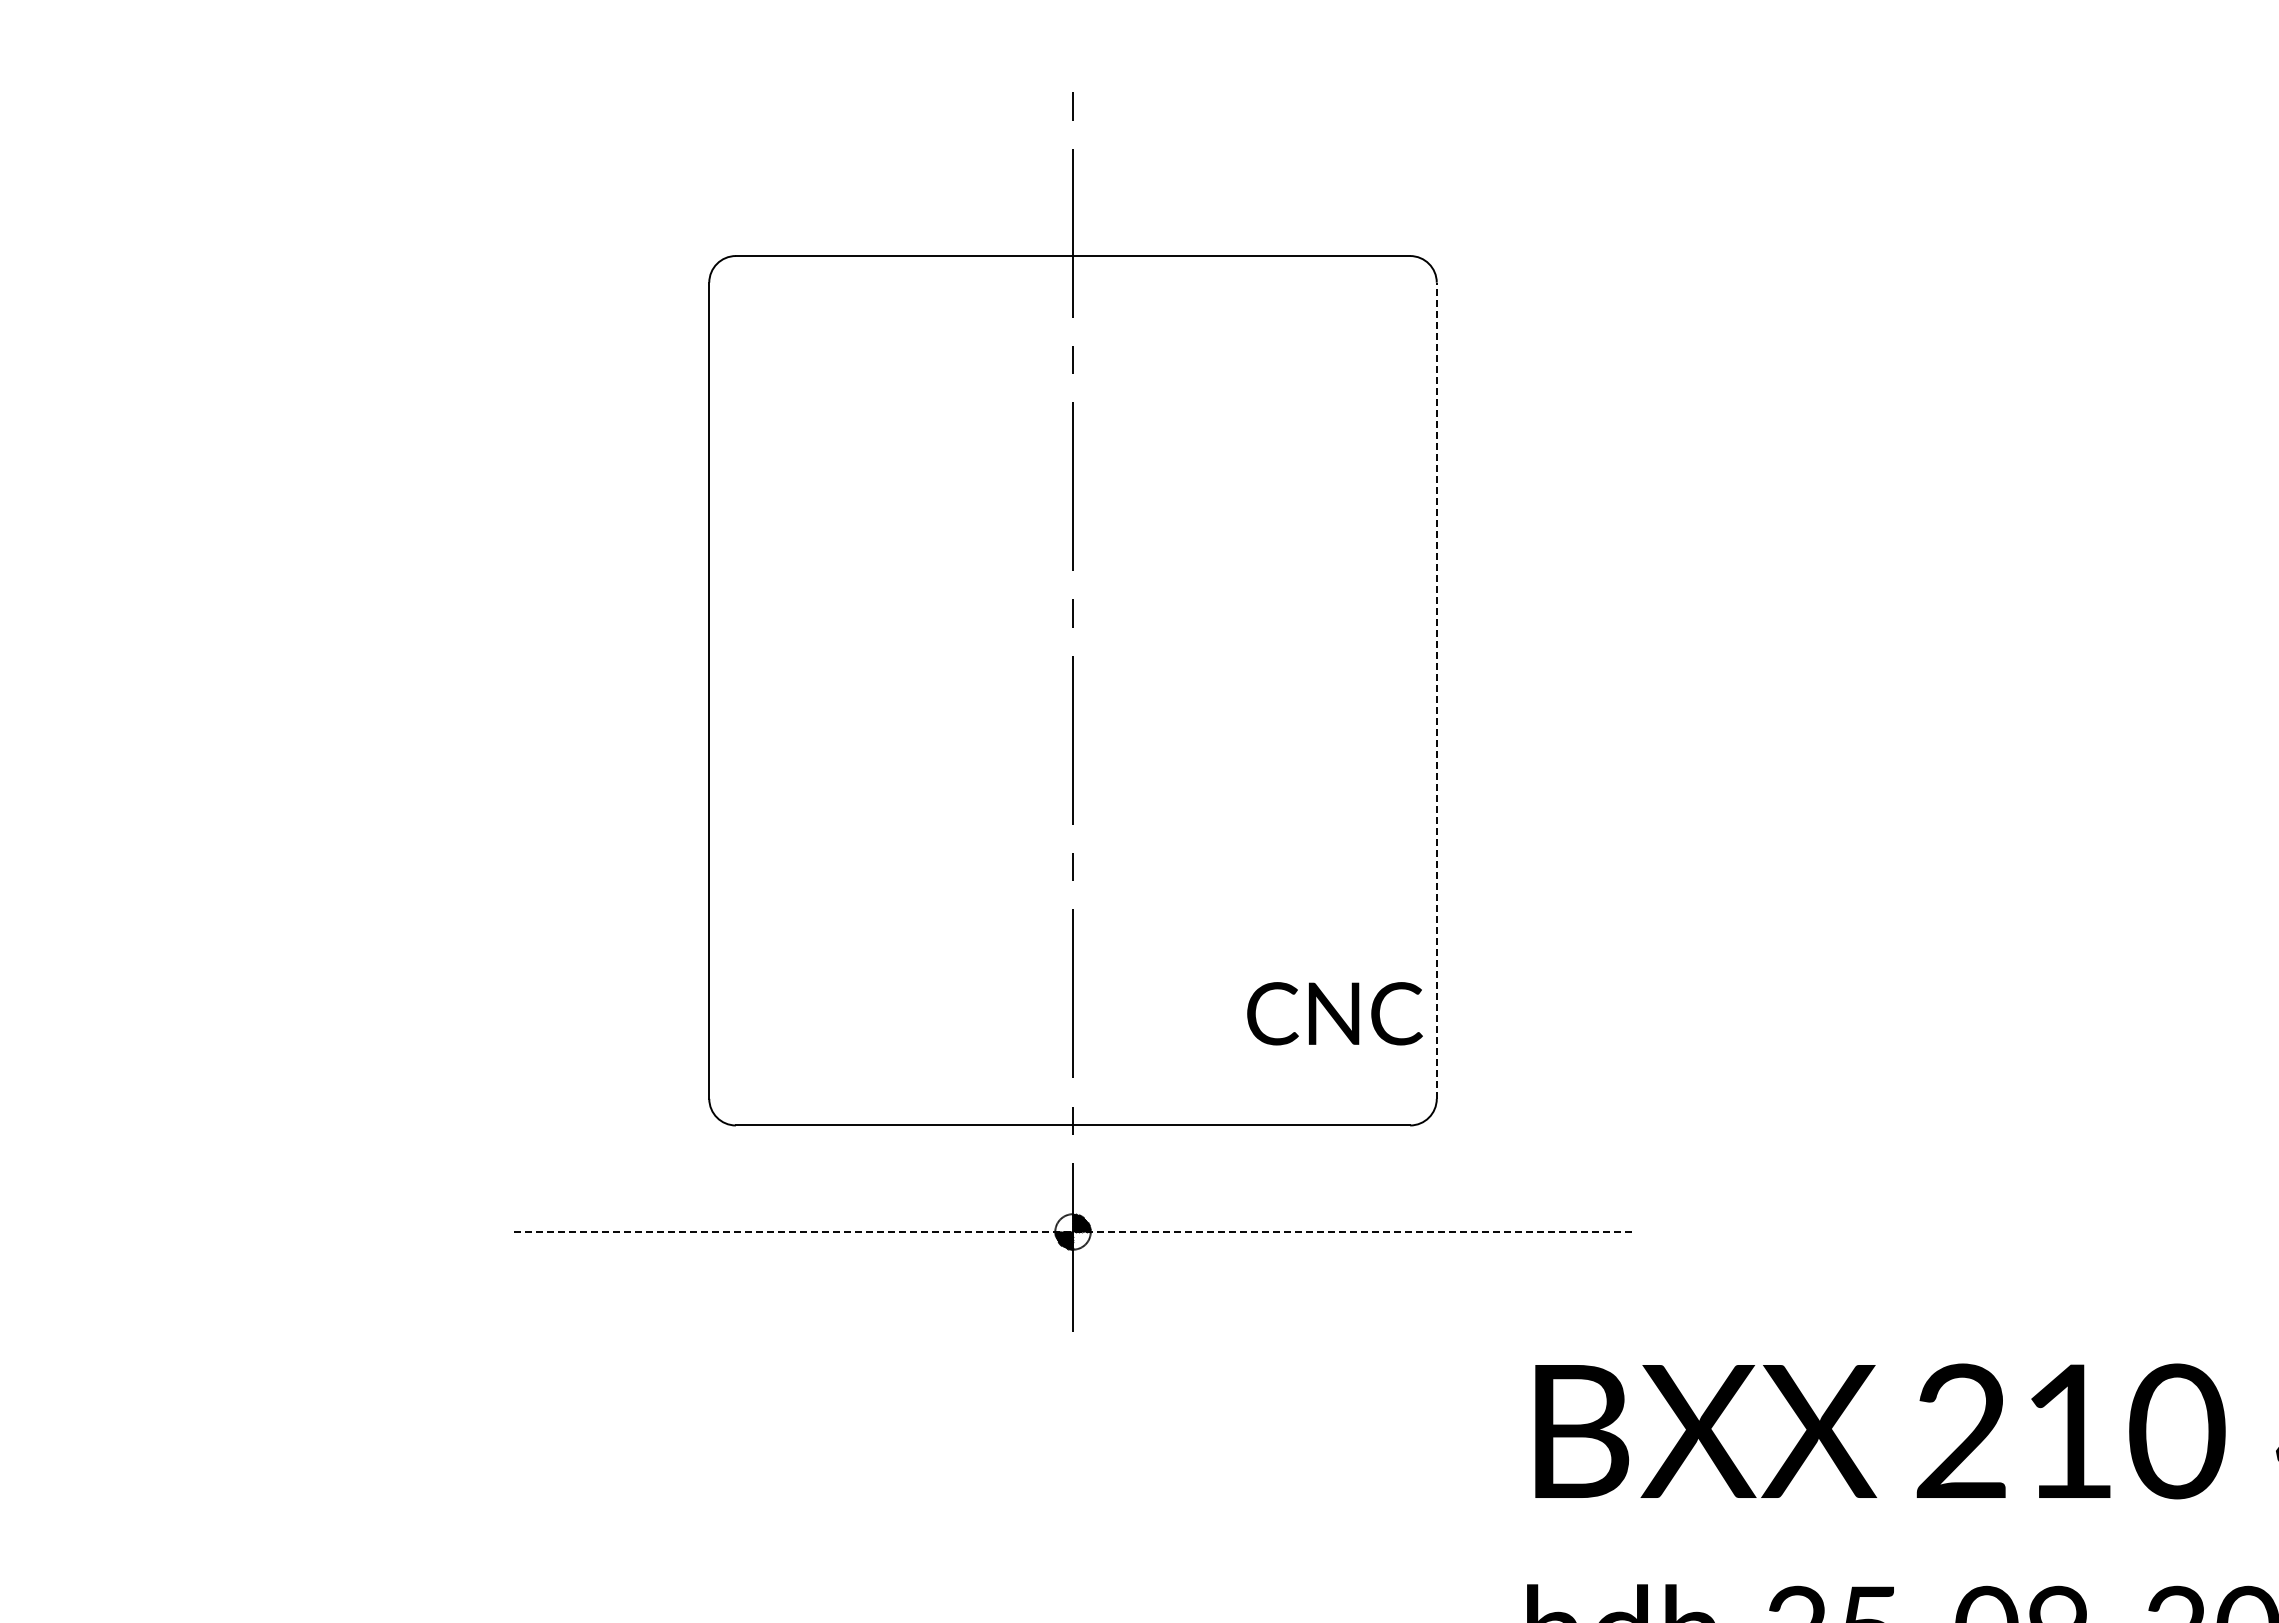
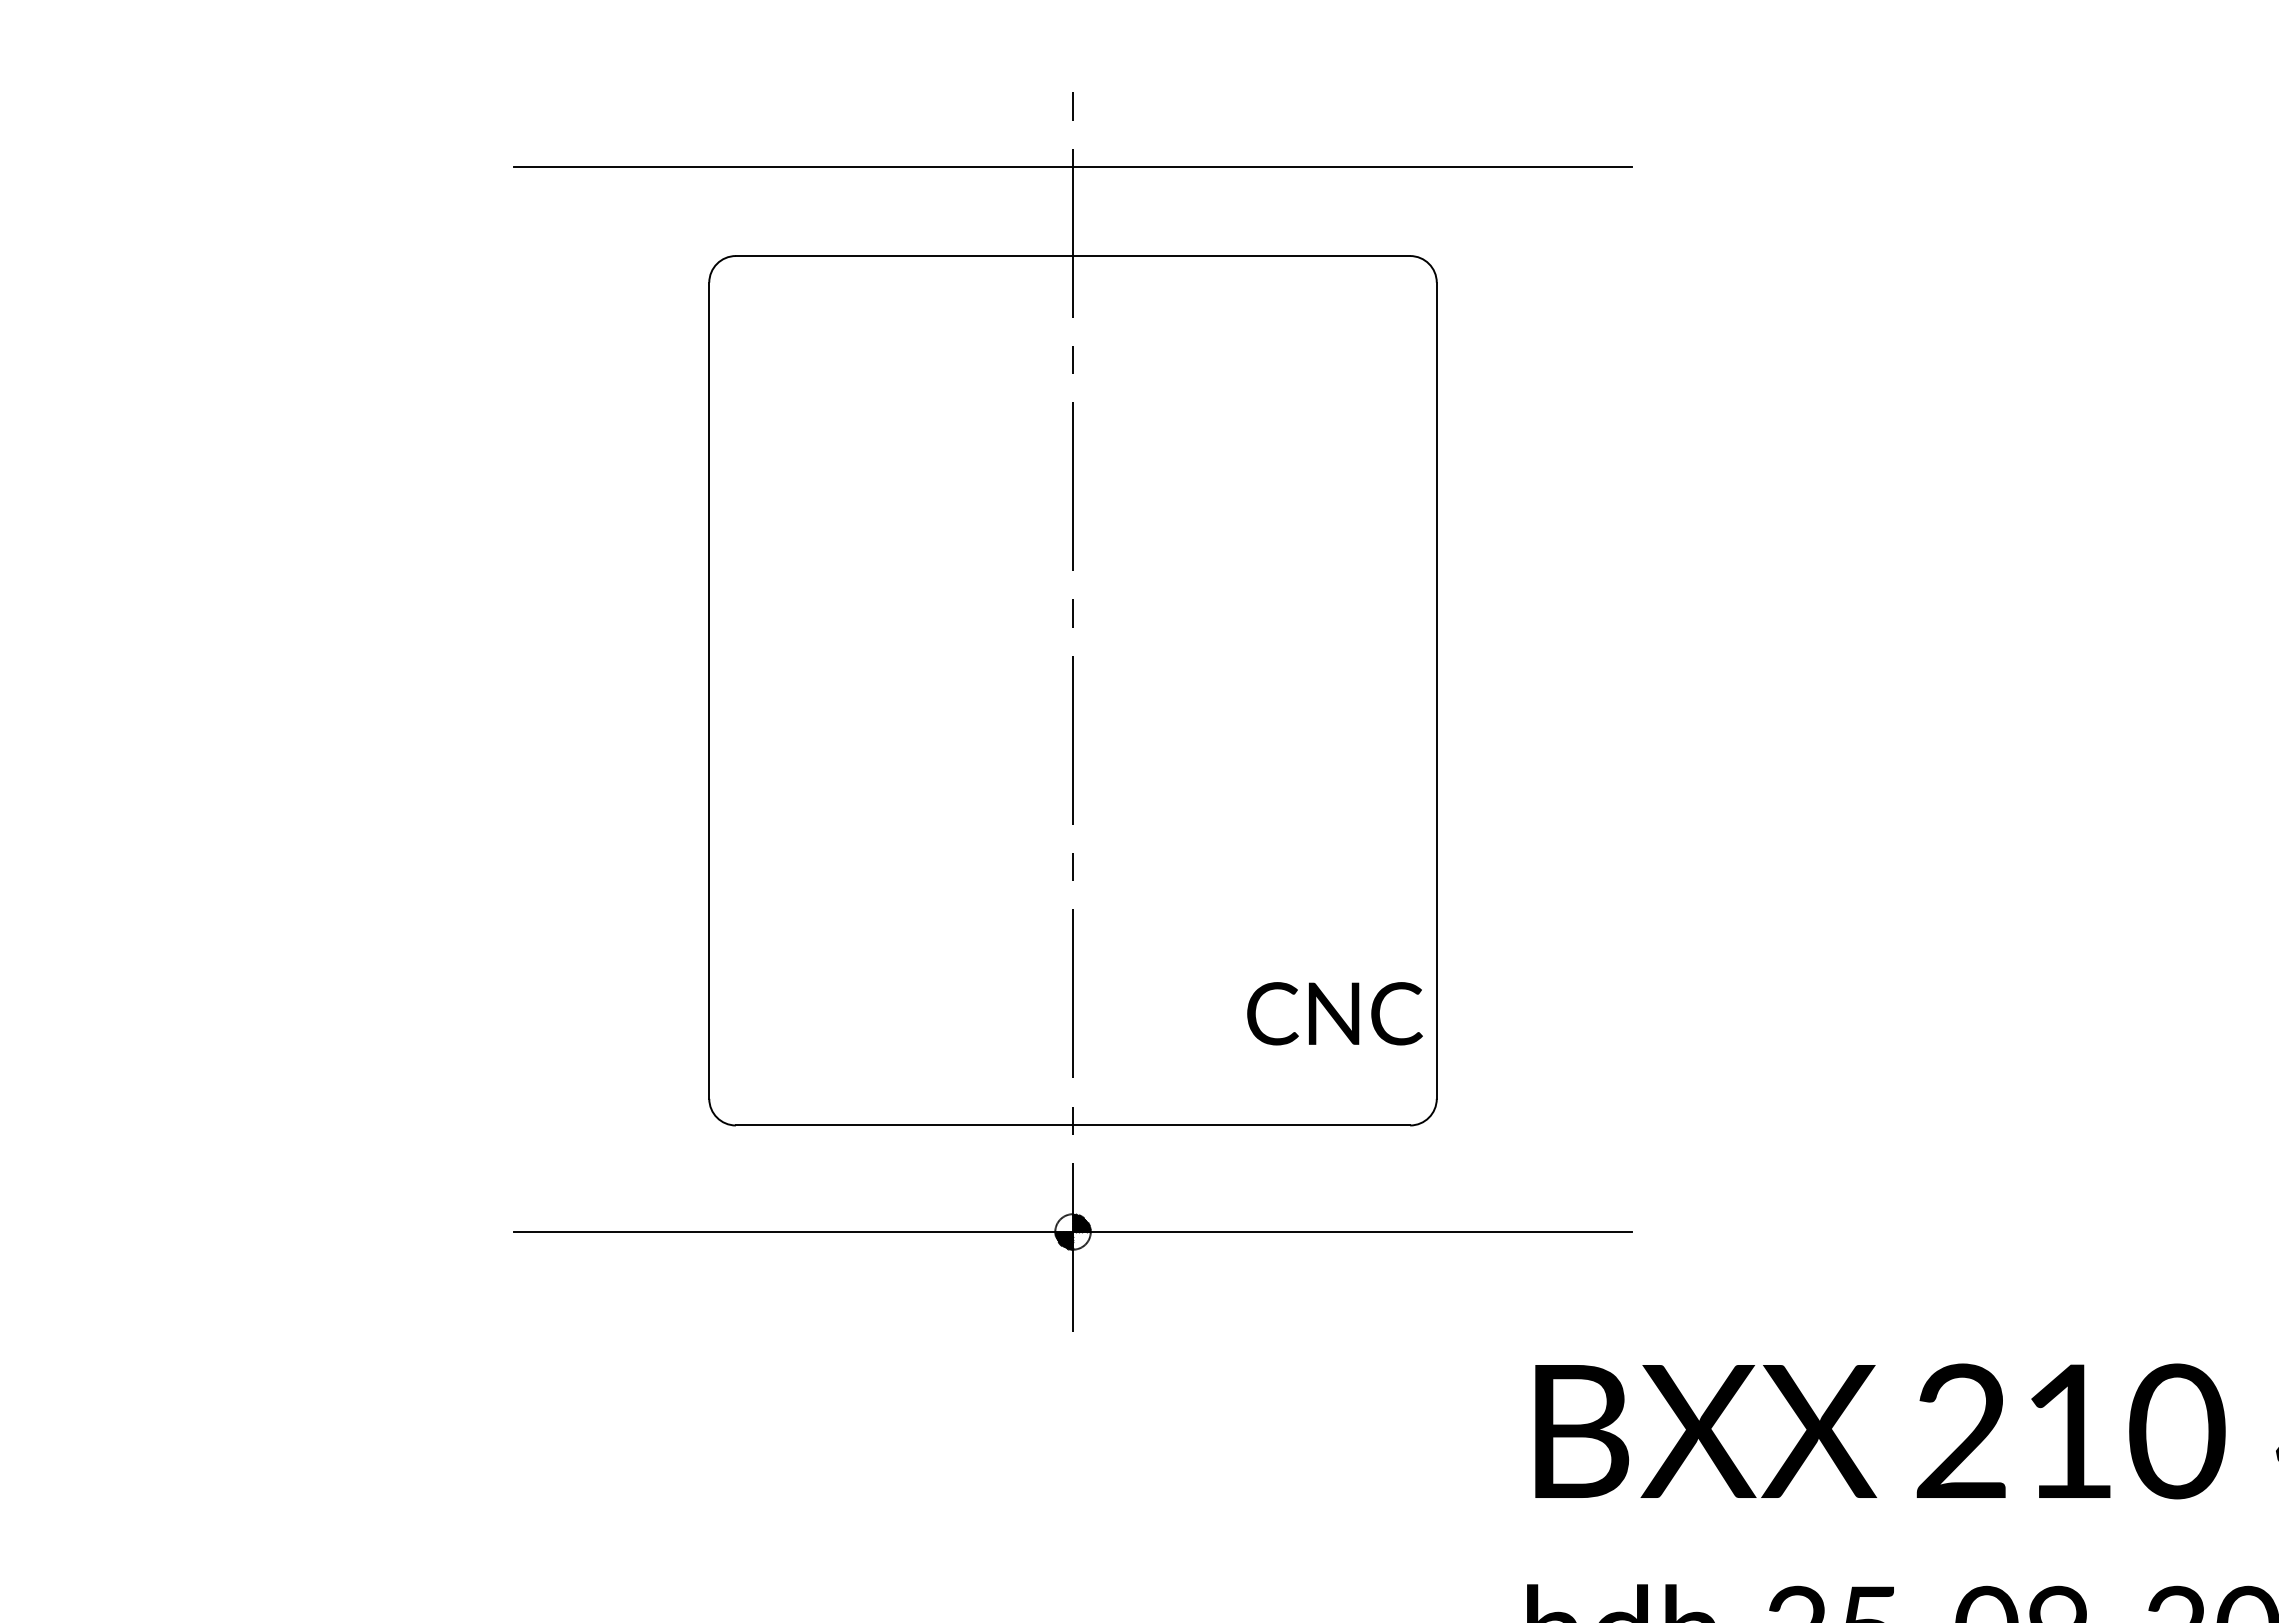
line at (1072, 167): none -> present
line at (1436, 690): dashed -> solid
line at (1073, 1231): dashed -> solid
